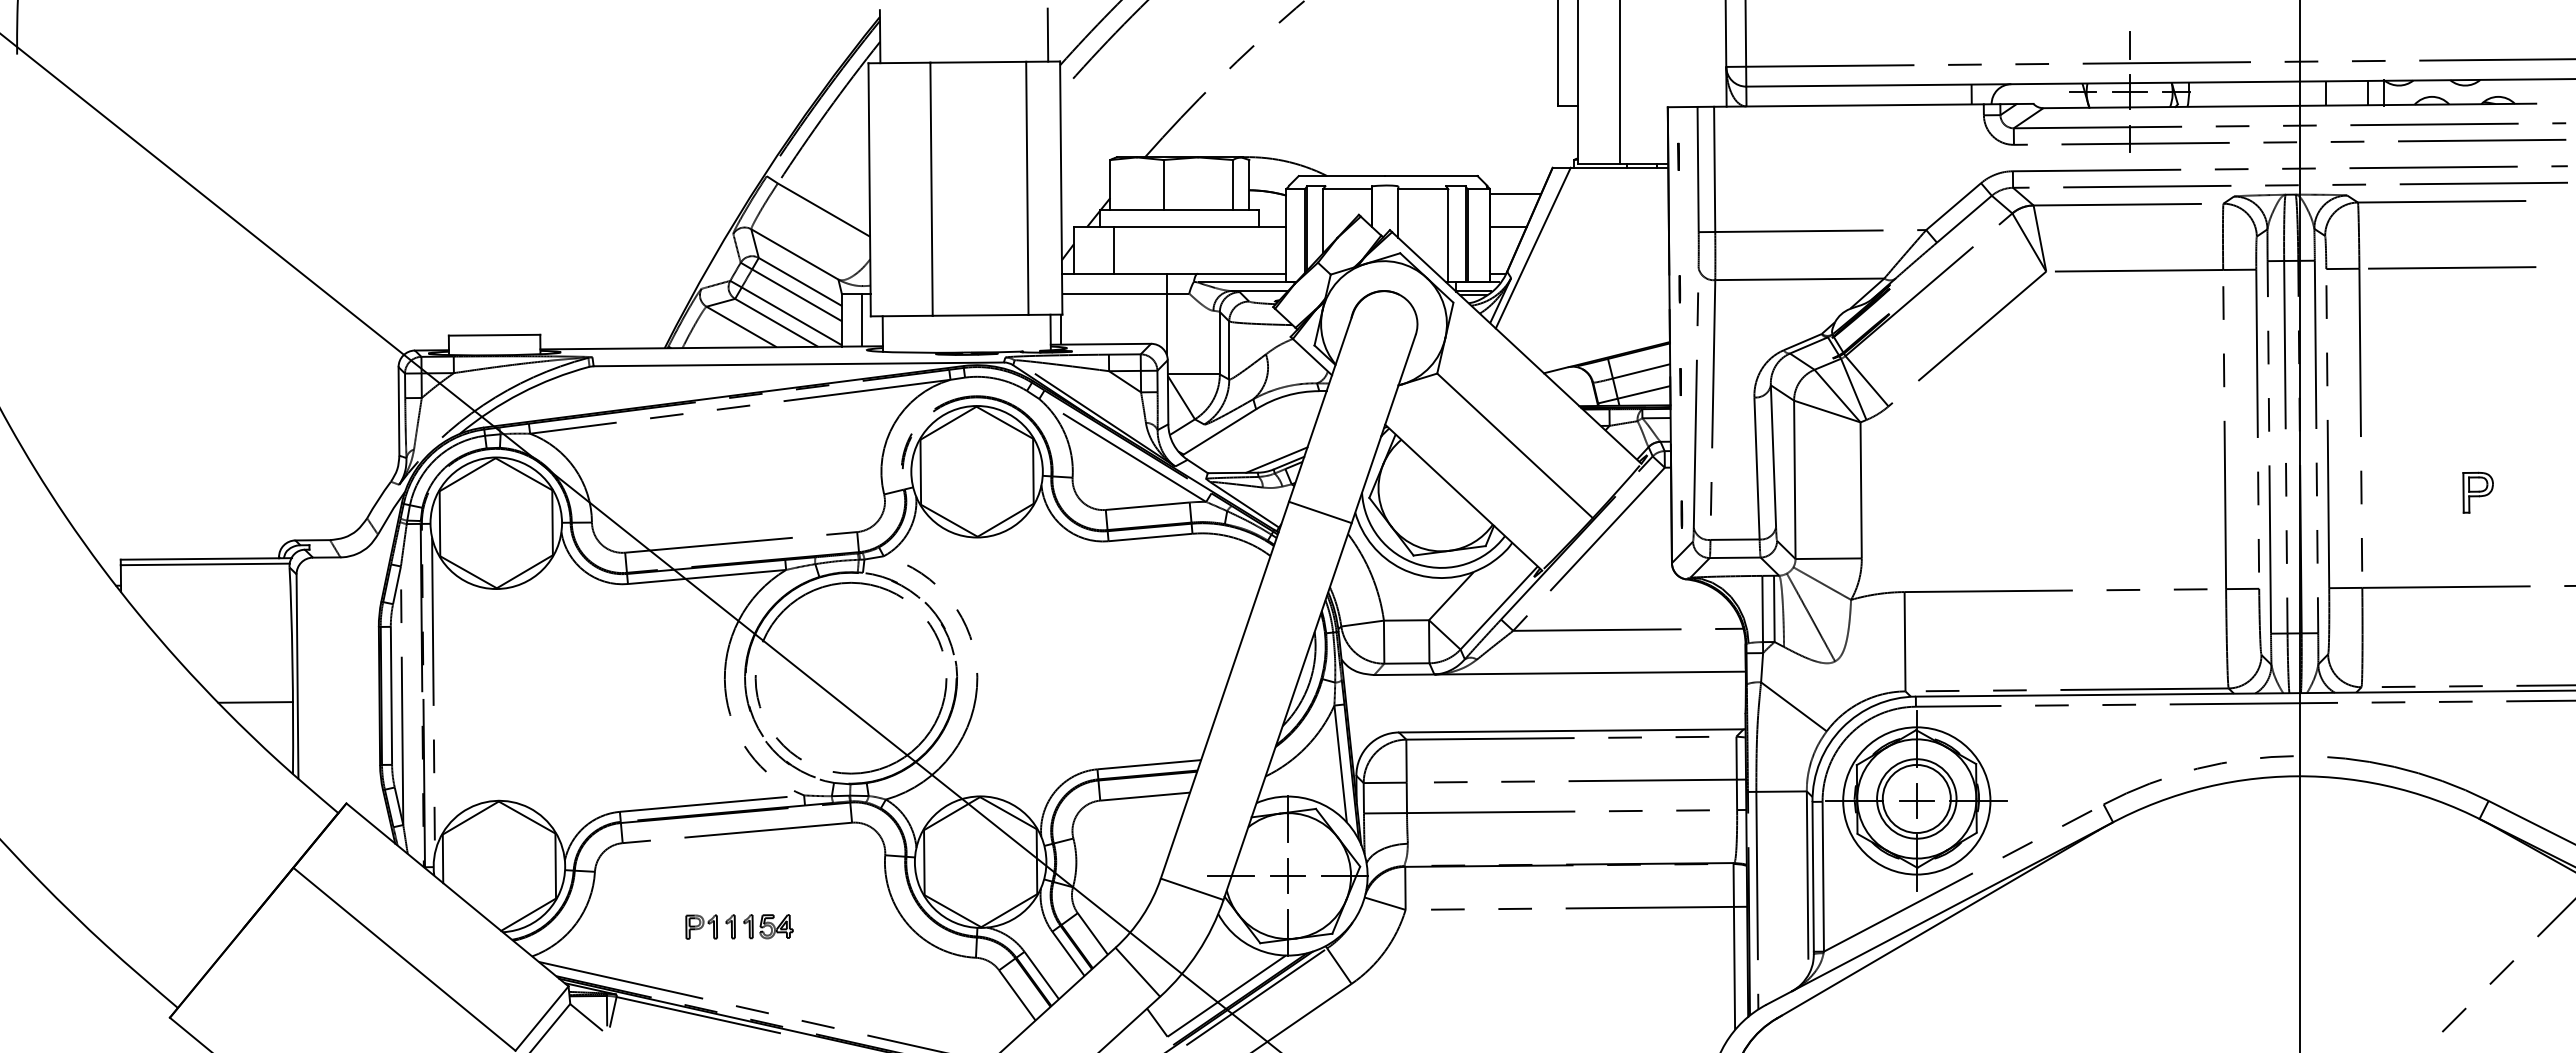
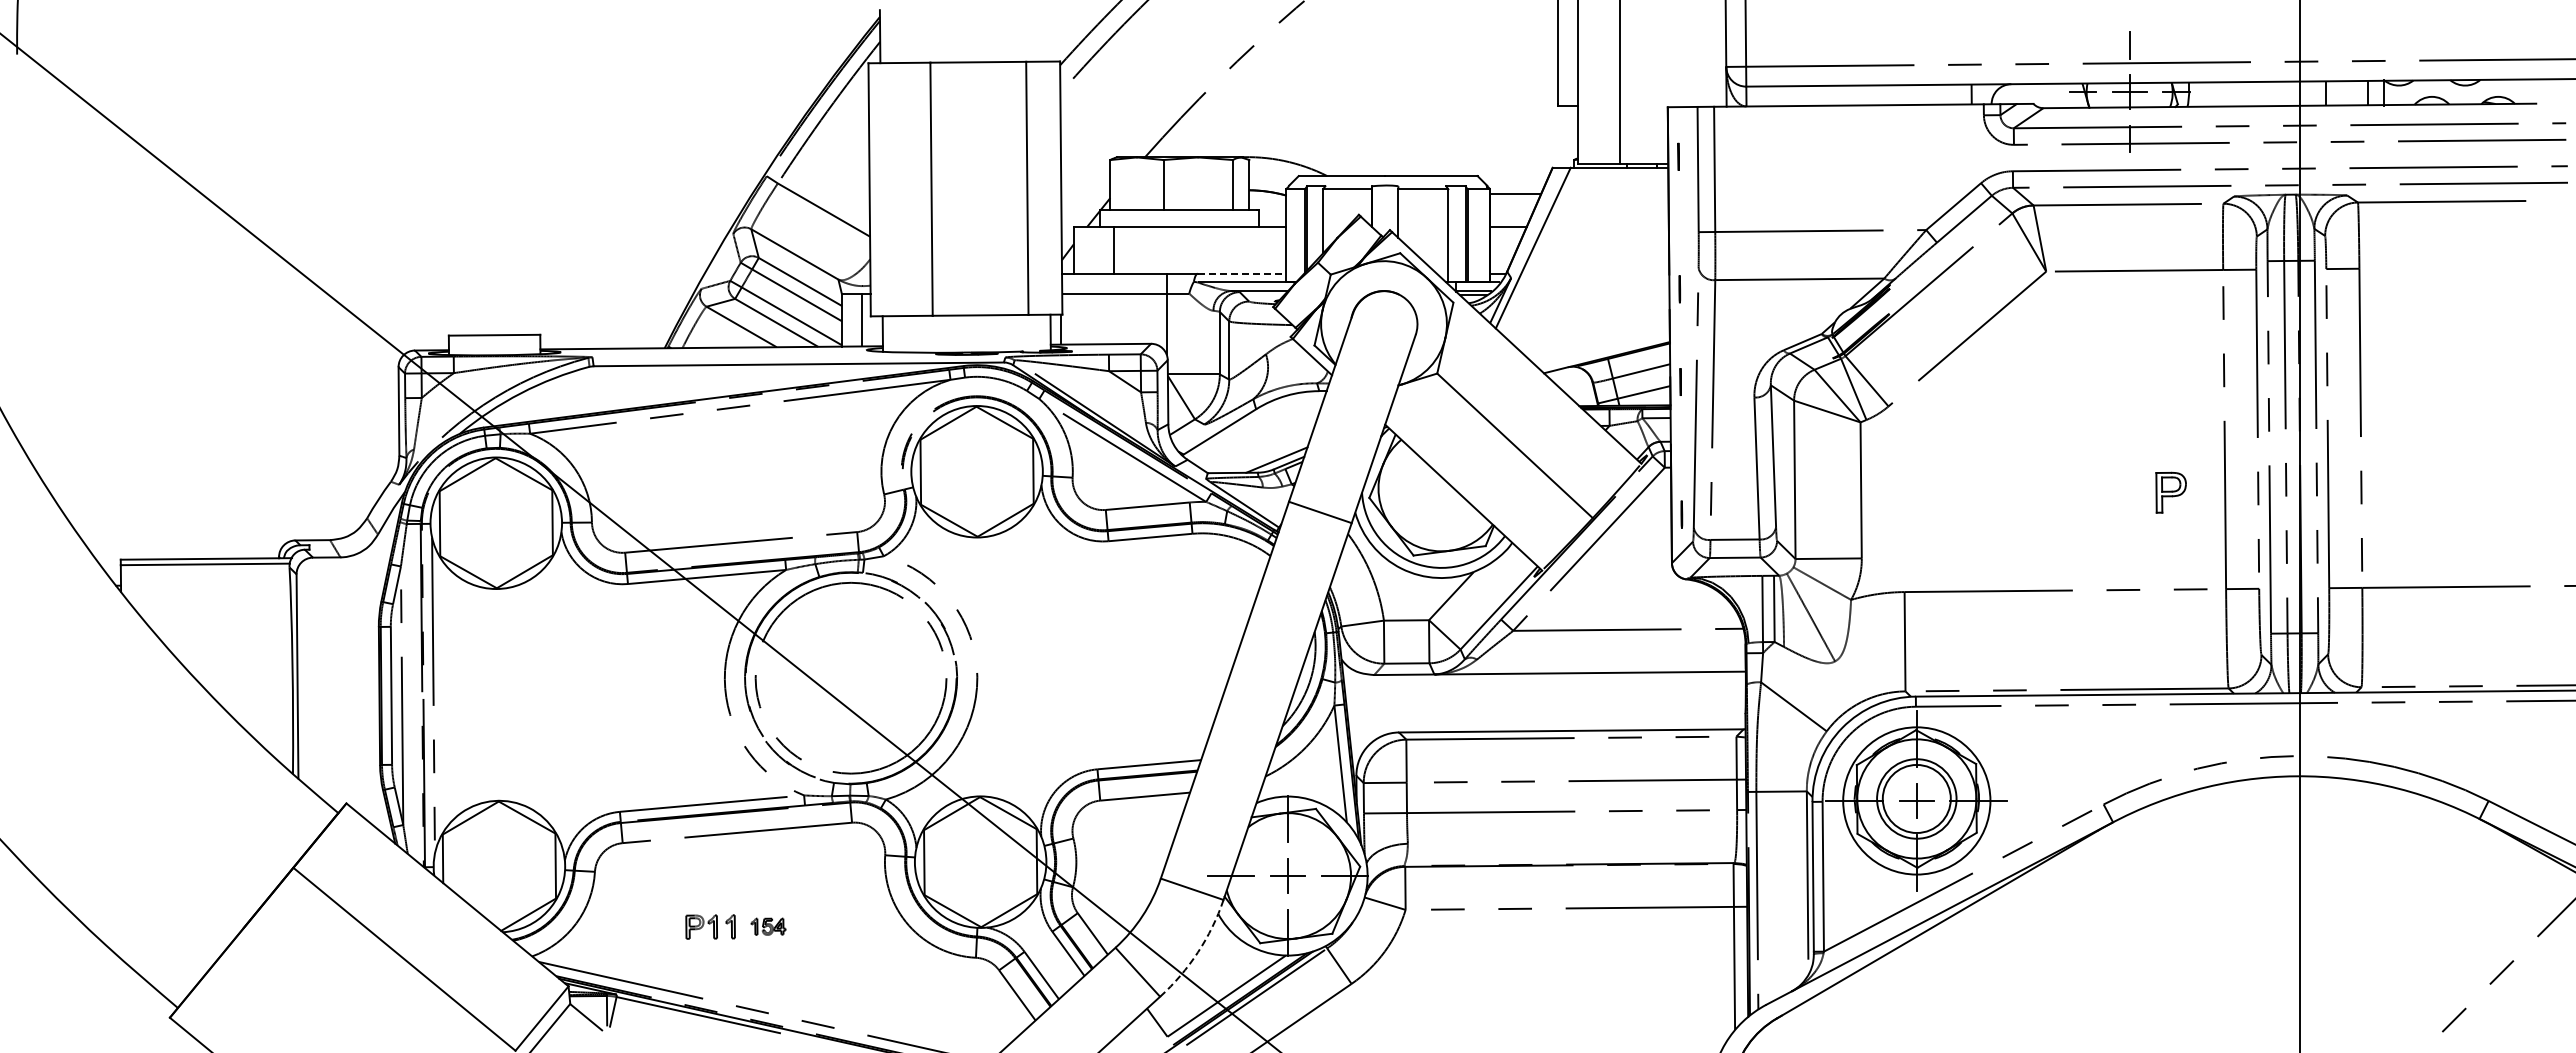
line at (1047, 34): present -> none
line at (2452, 267): present -> none
line at (1242, 273): solid -> dashed
part at (2477, 492) position: (2477, 492) -> (2170, 492)
line at (255, 702): present -> none
part at (768, 926) size: 51x26 px -> 37x19 px
arc at (1197, 952): solid -> dashed
